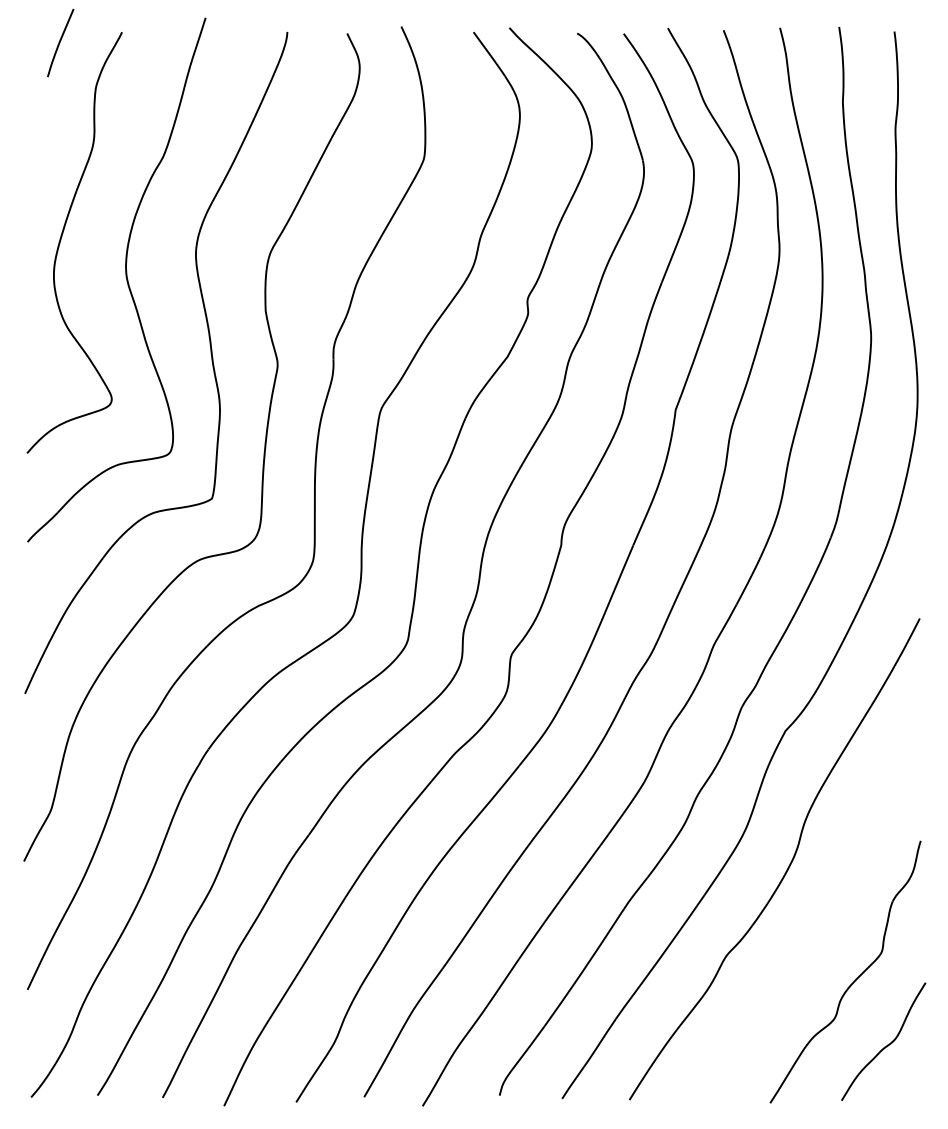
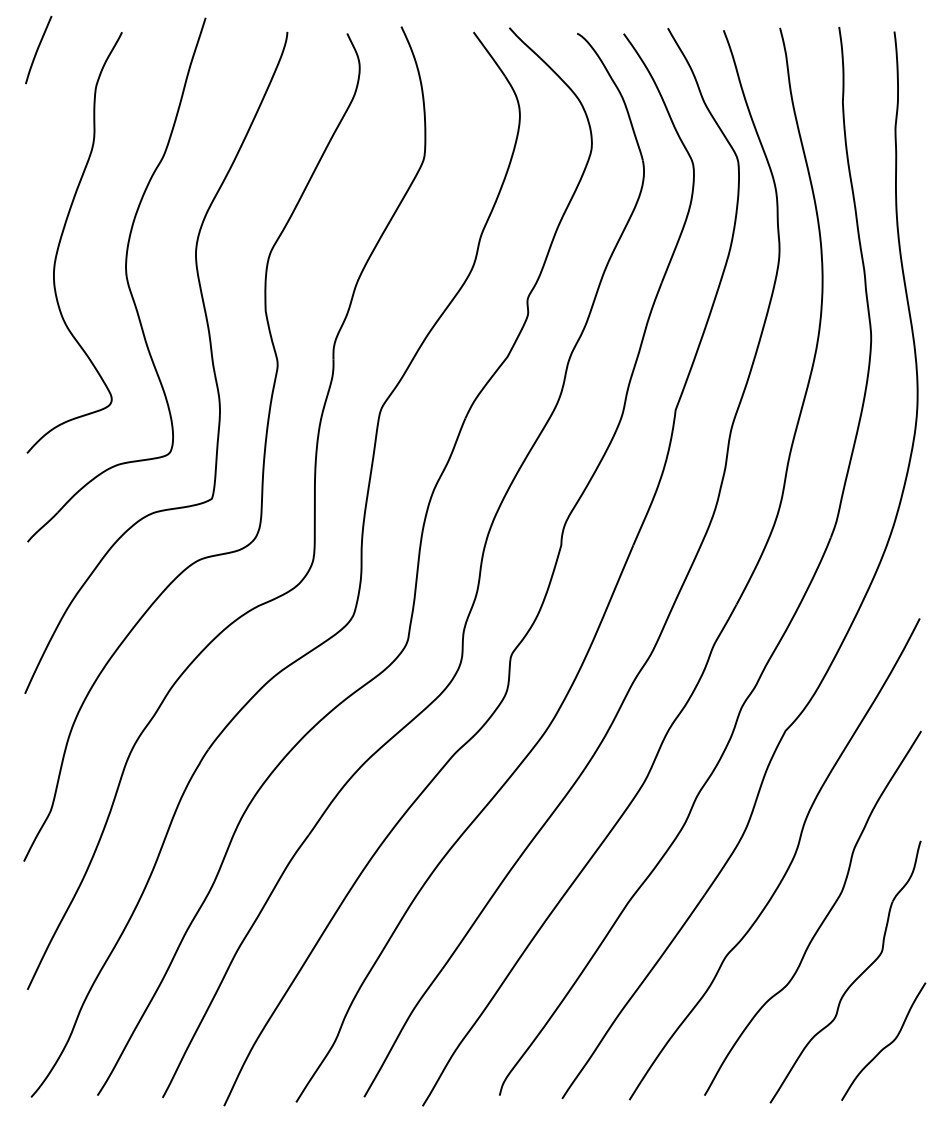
curve at (60, 43) position: (60, 43) -> (38, 50)
curve at (822, 920): none -> present
